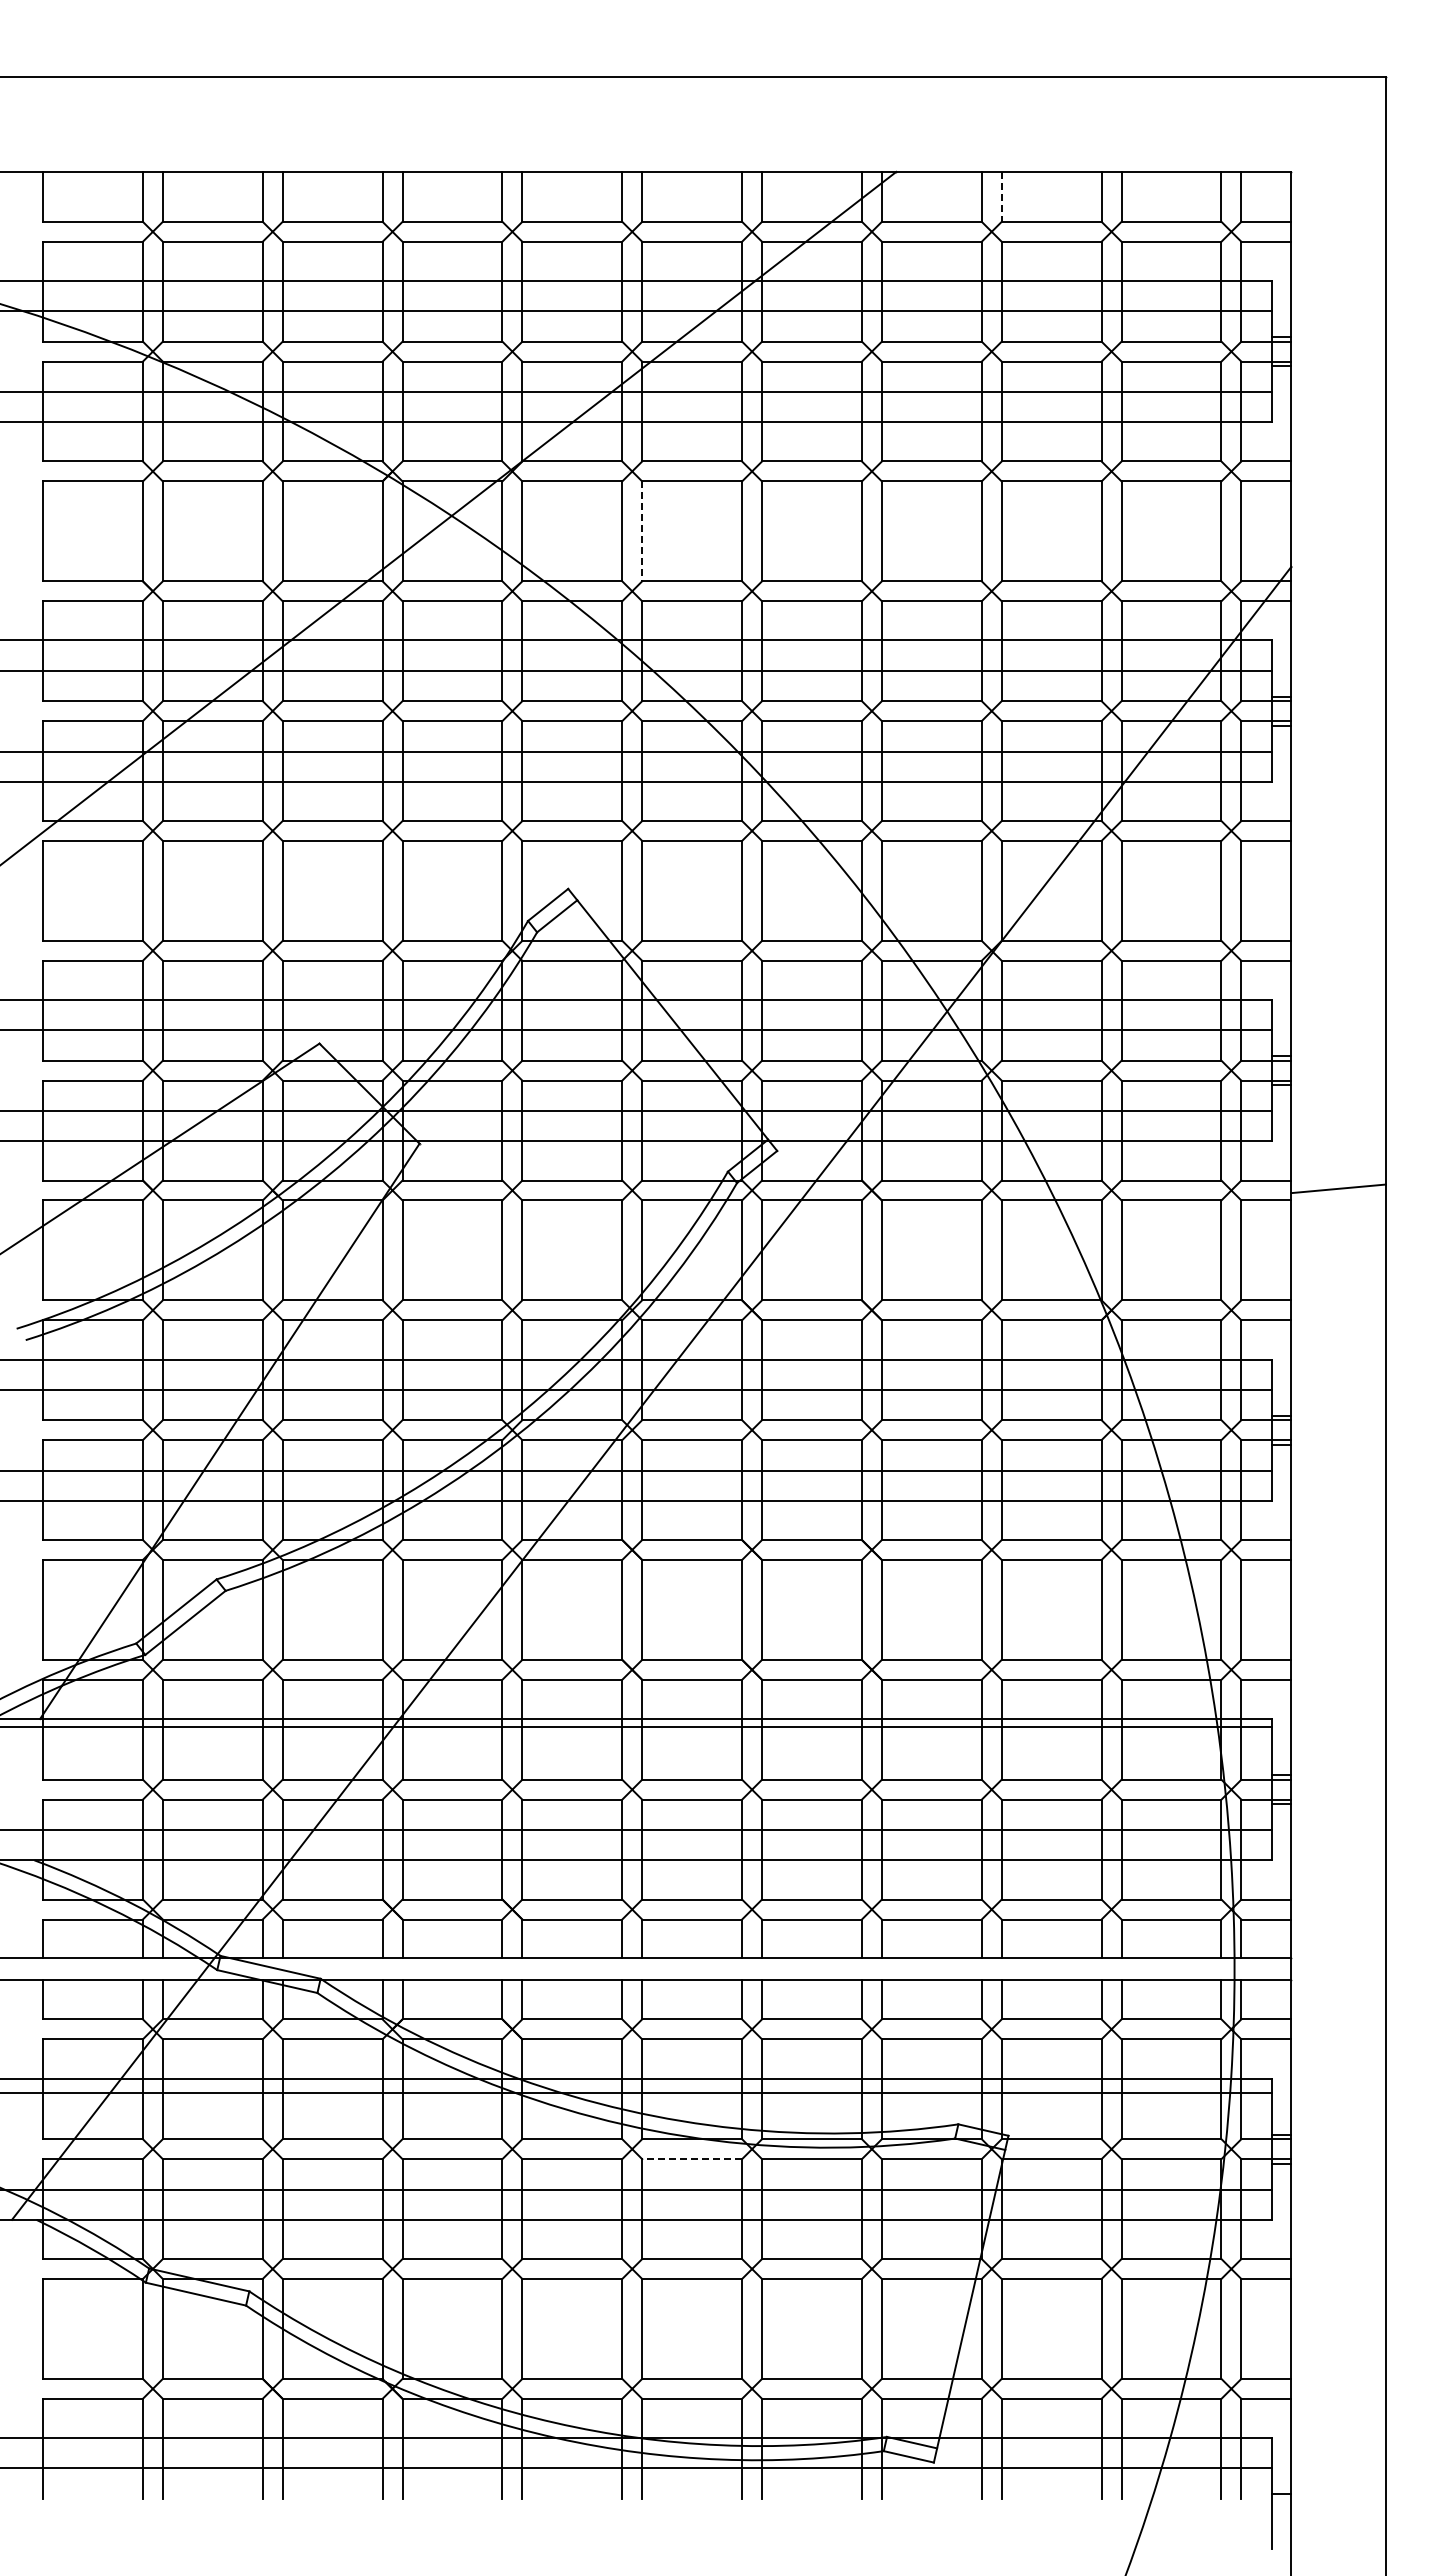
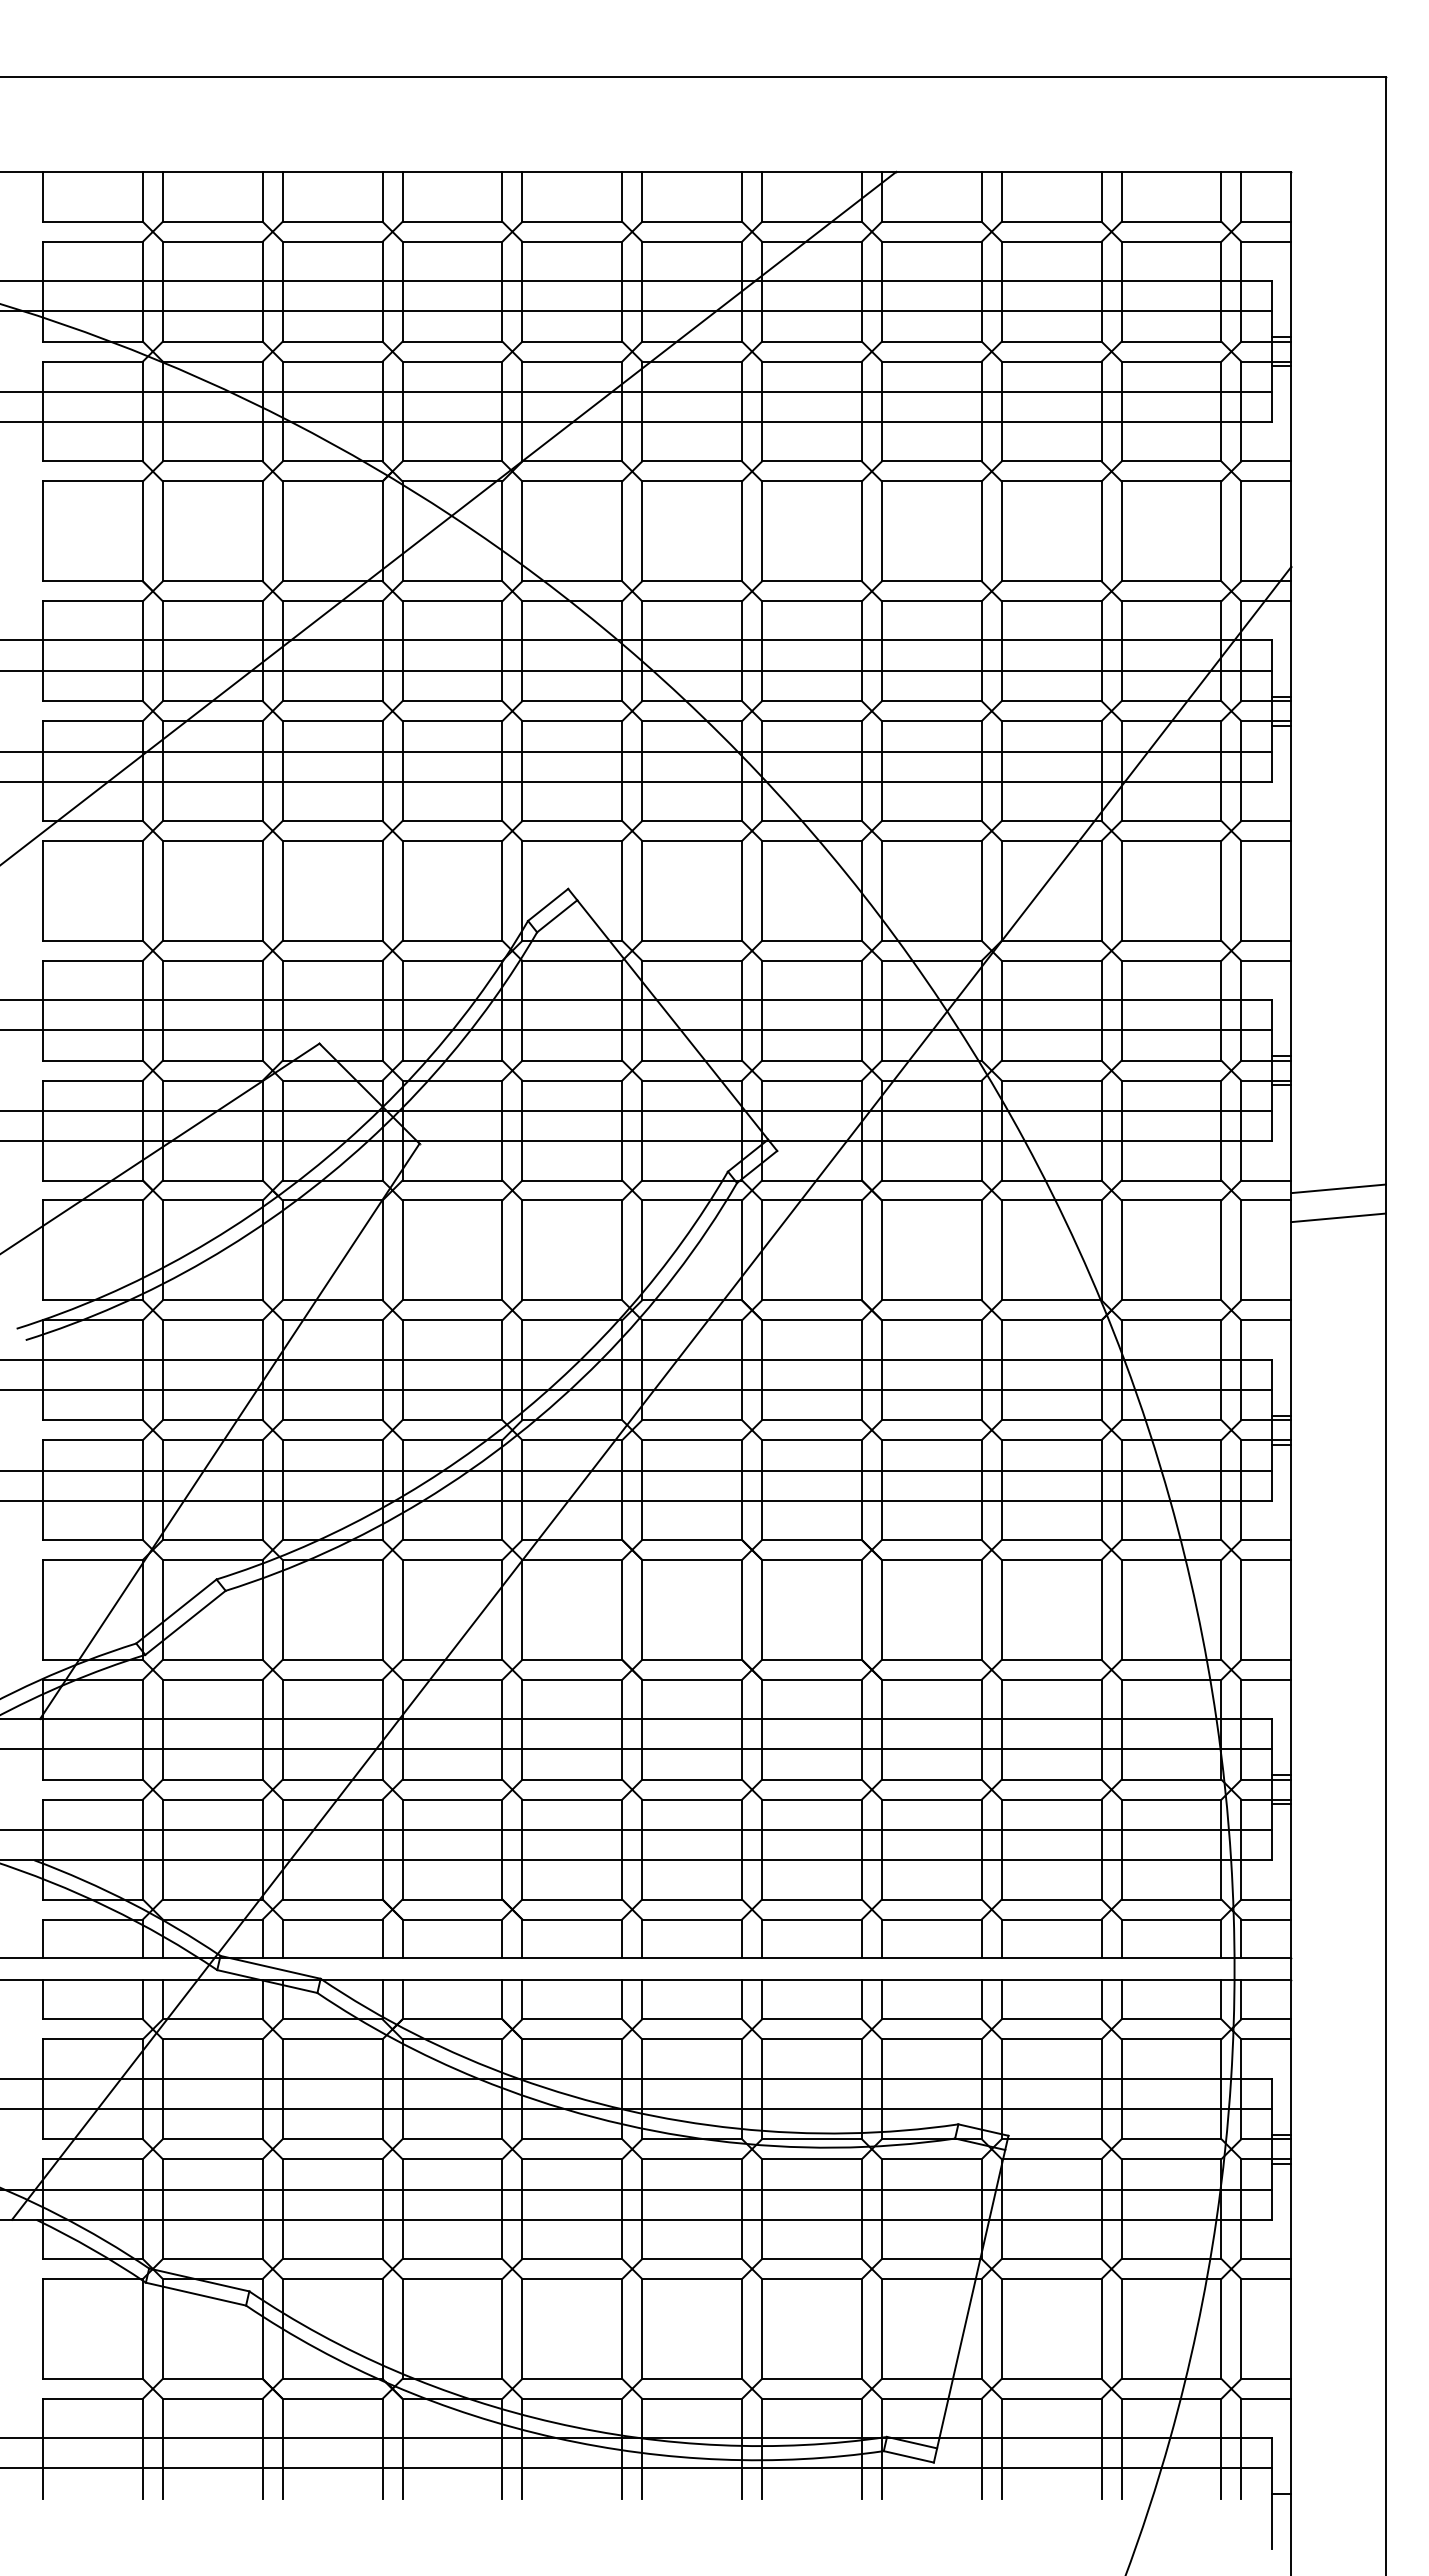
line at (1001, 196): dashed -> solid
line at (642, 531): dashed -> solid
line at (1338, 1217): none -> present
line at (637, 1727) position: (637, 1727) -> (637, 1749)
line at (637, 2092) position: (637, 2092) -> (637, 2108)
line at (692, 2159): dashed -> solid
